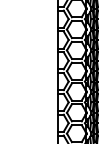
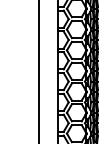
line at (38, 71): none -> present
